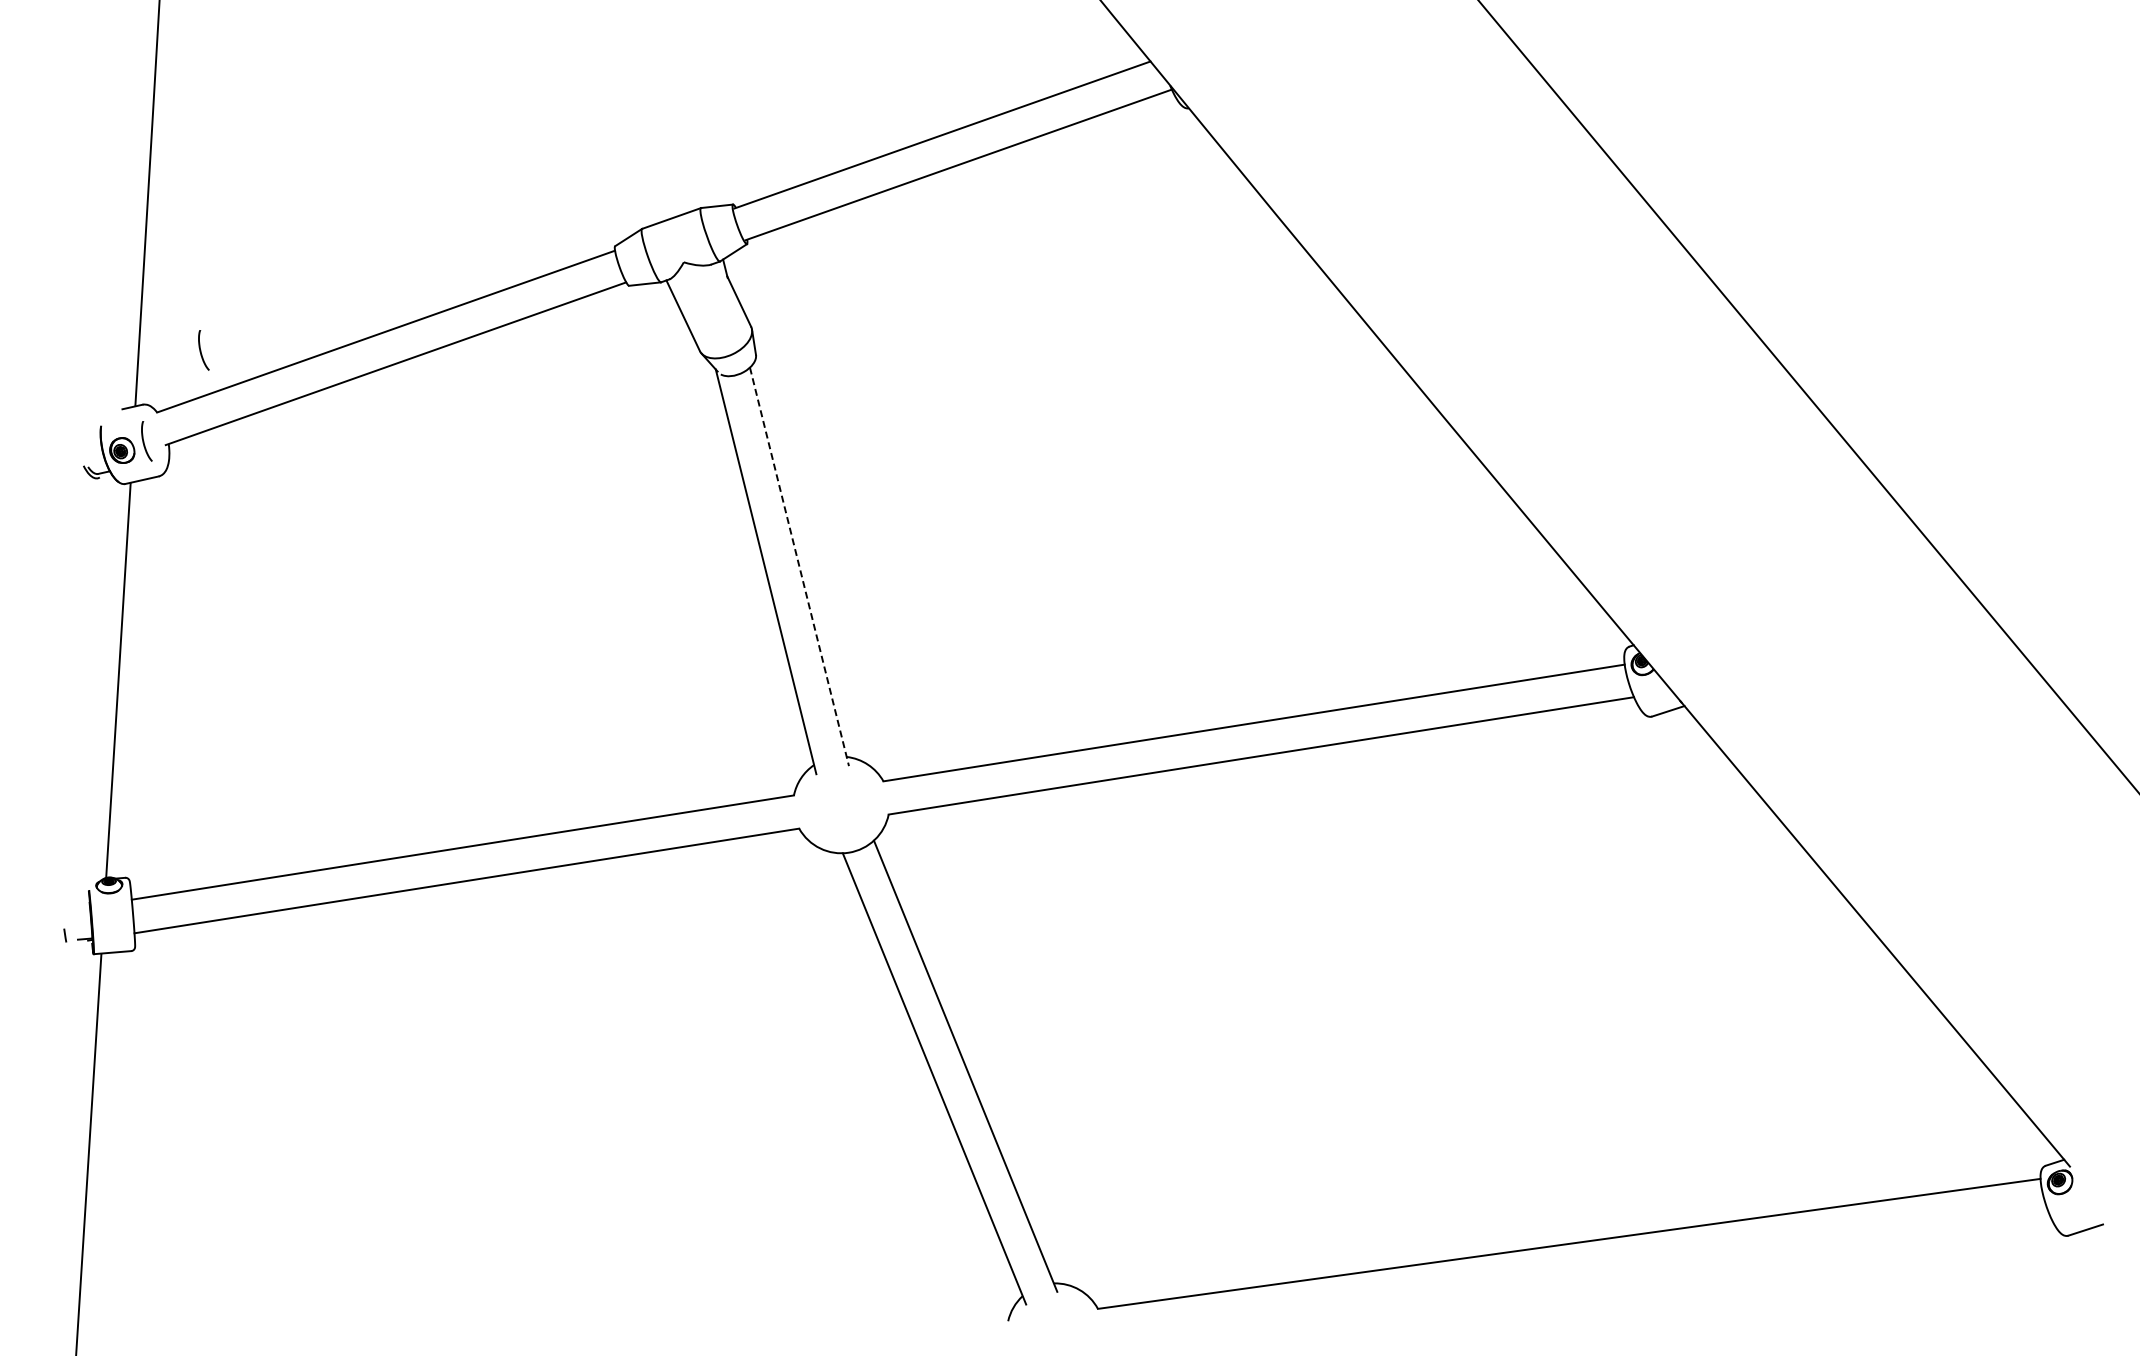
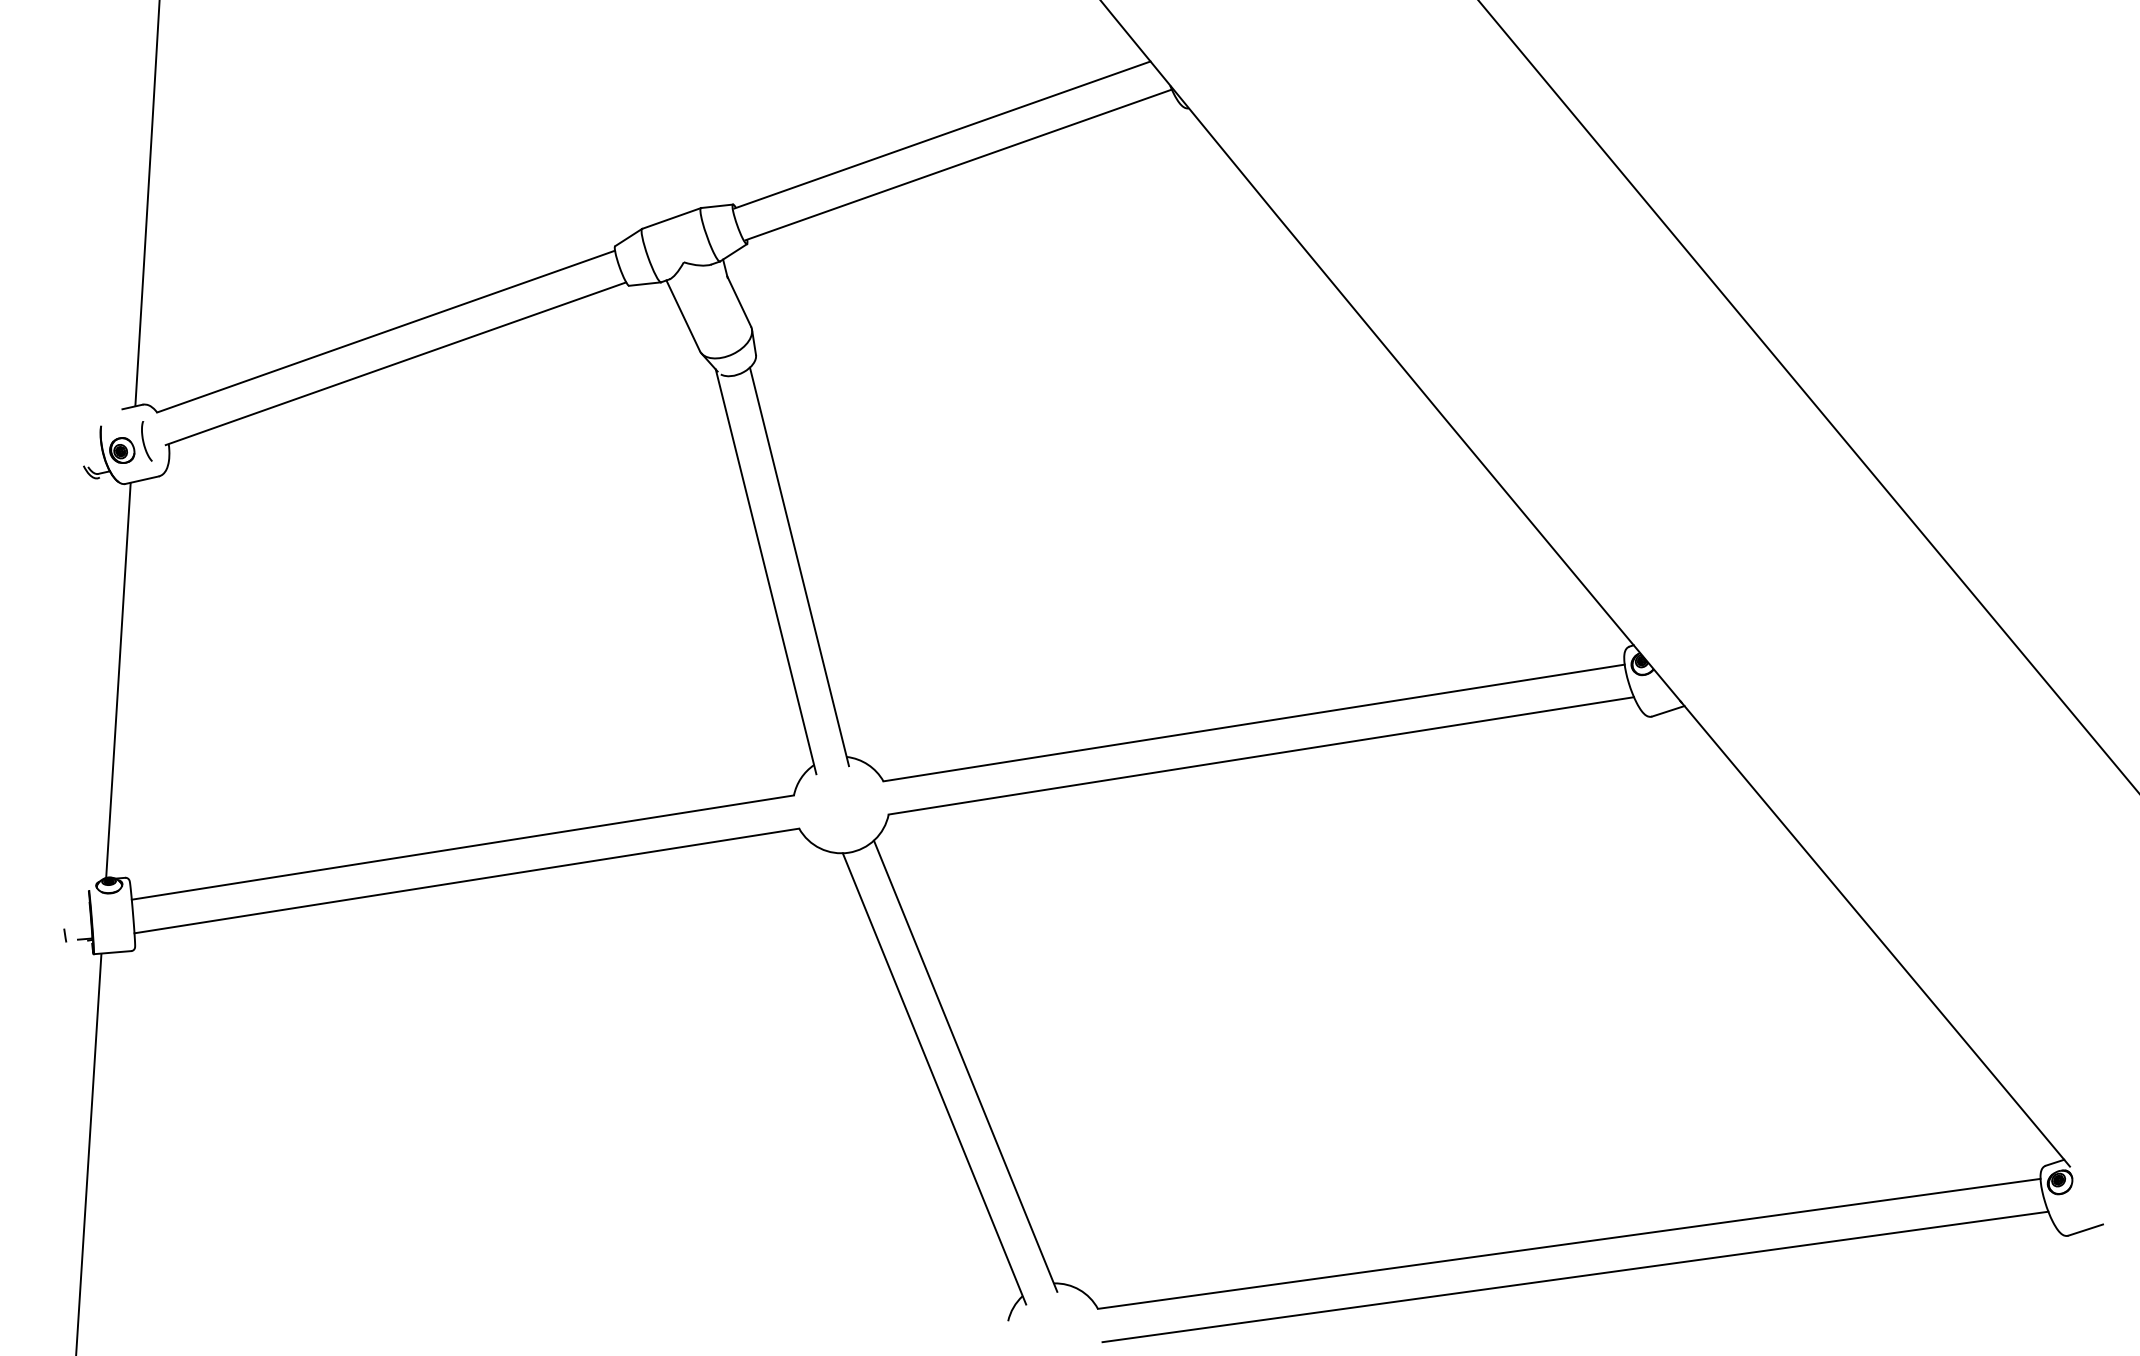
curve at (201, 350): present -> none
line at (799, 567): dashed -> solid
line at (1575, 1276): none -> present
